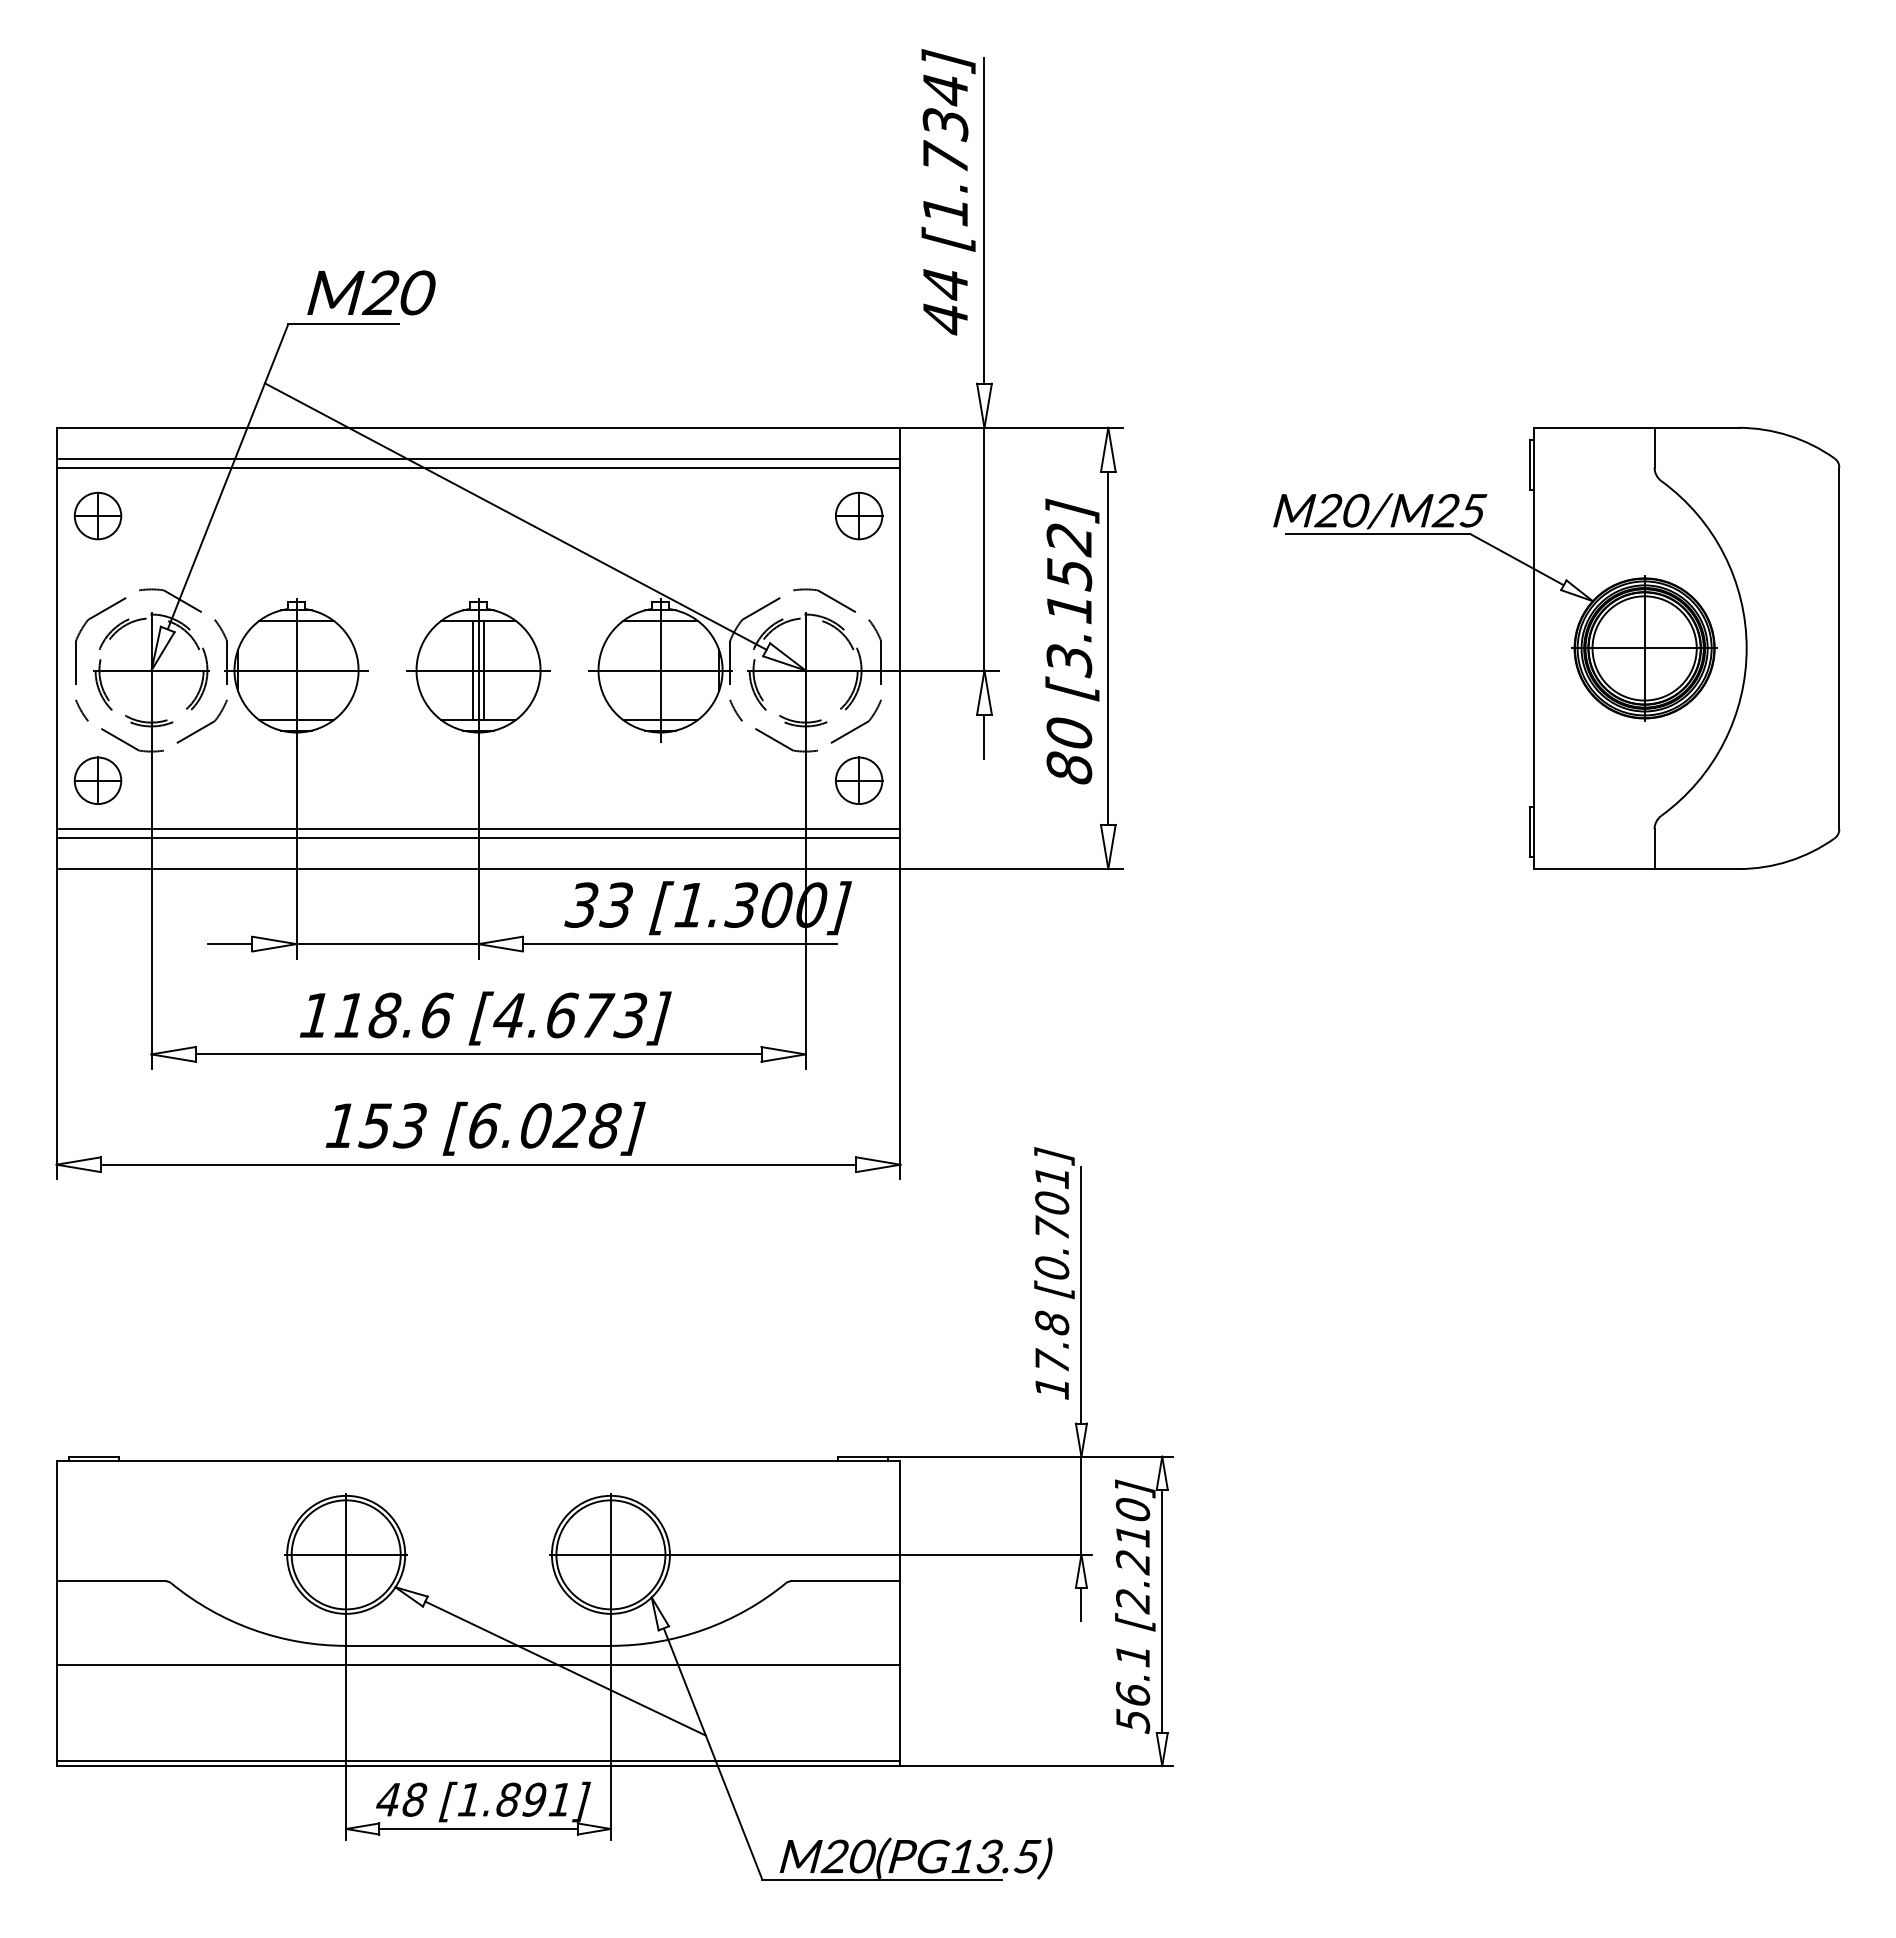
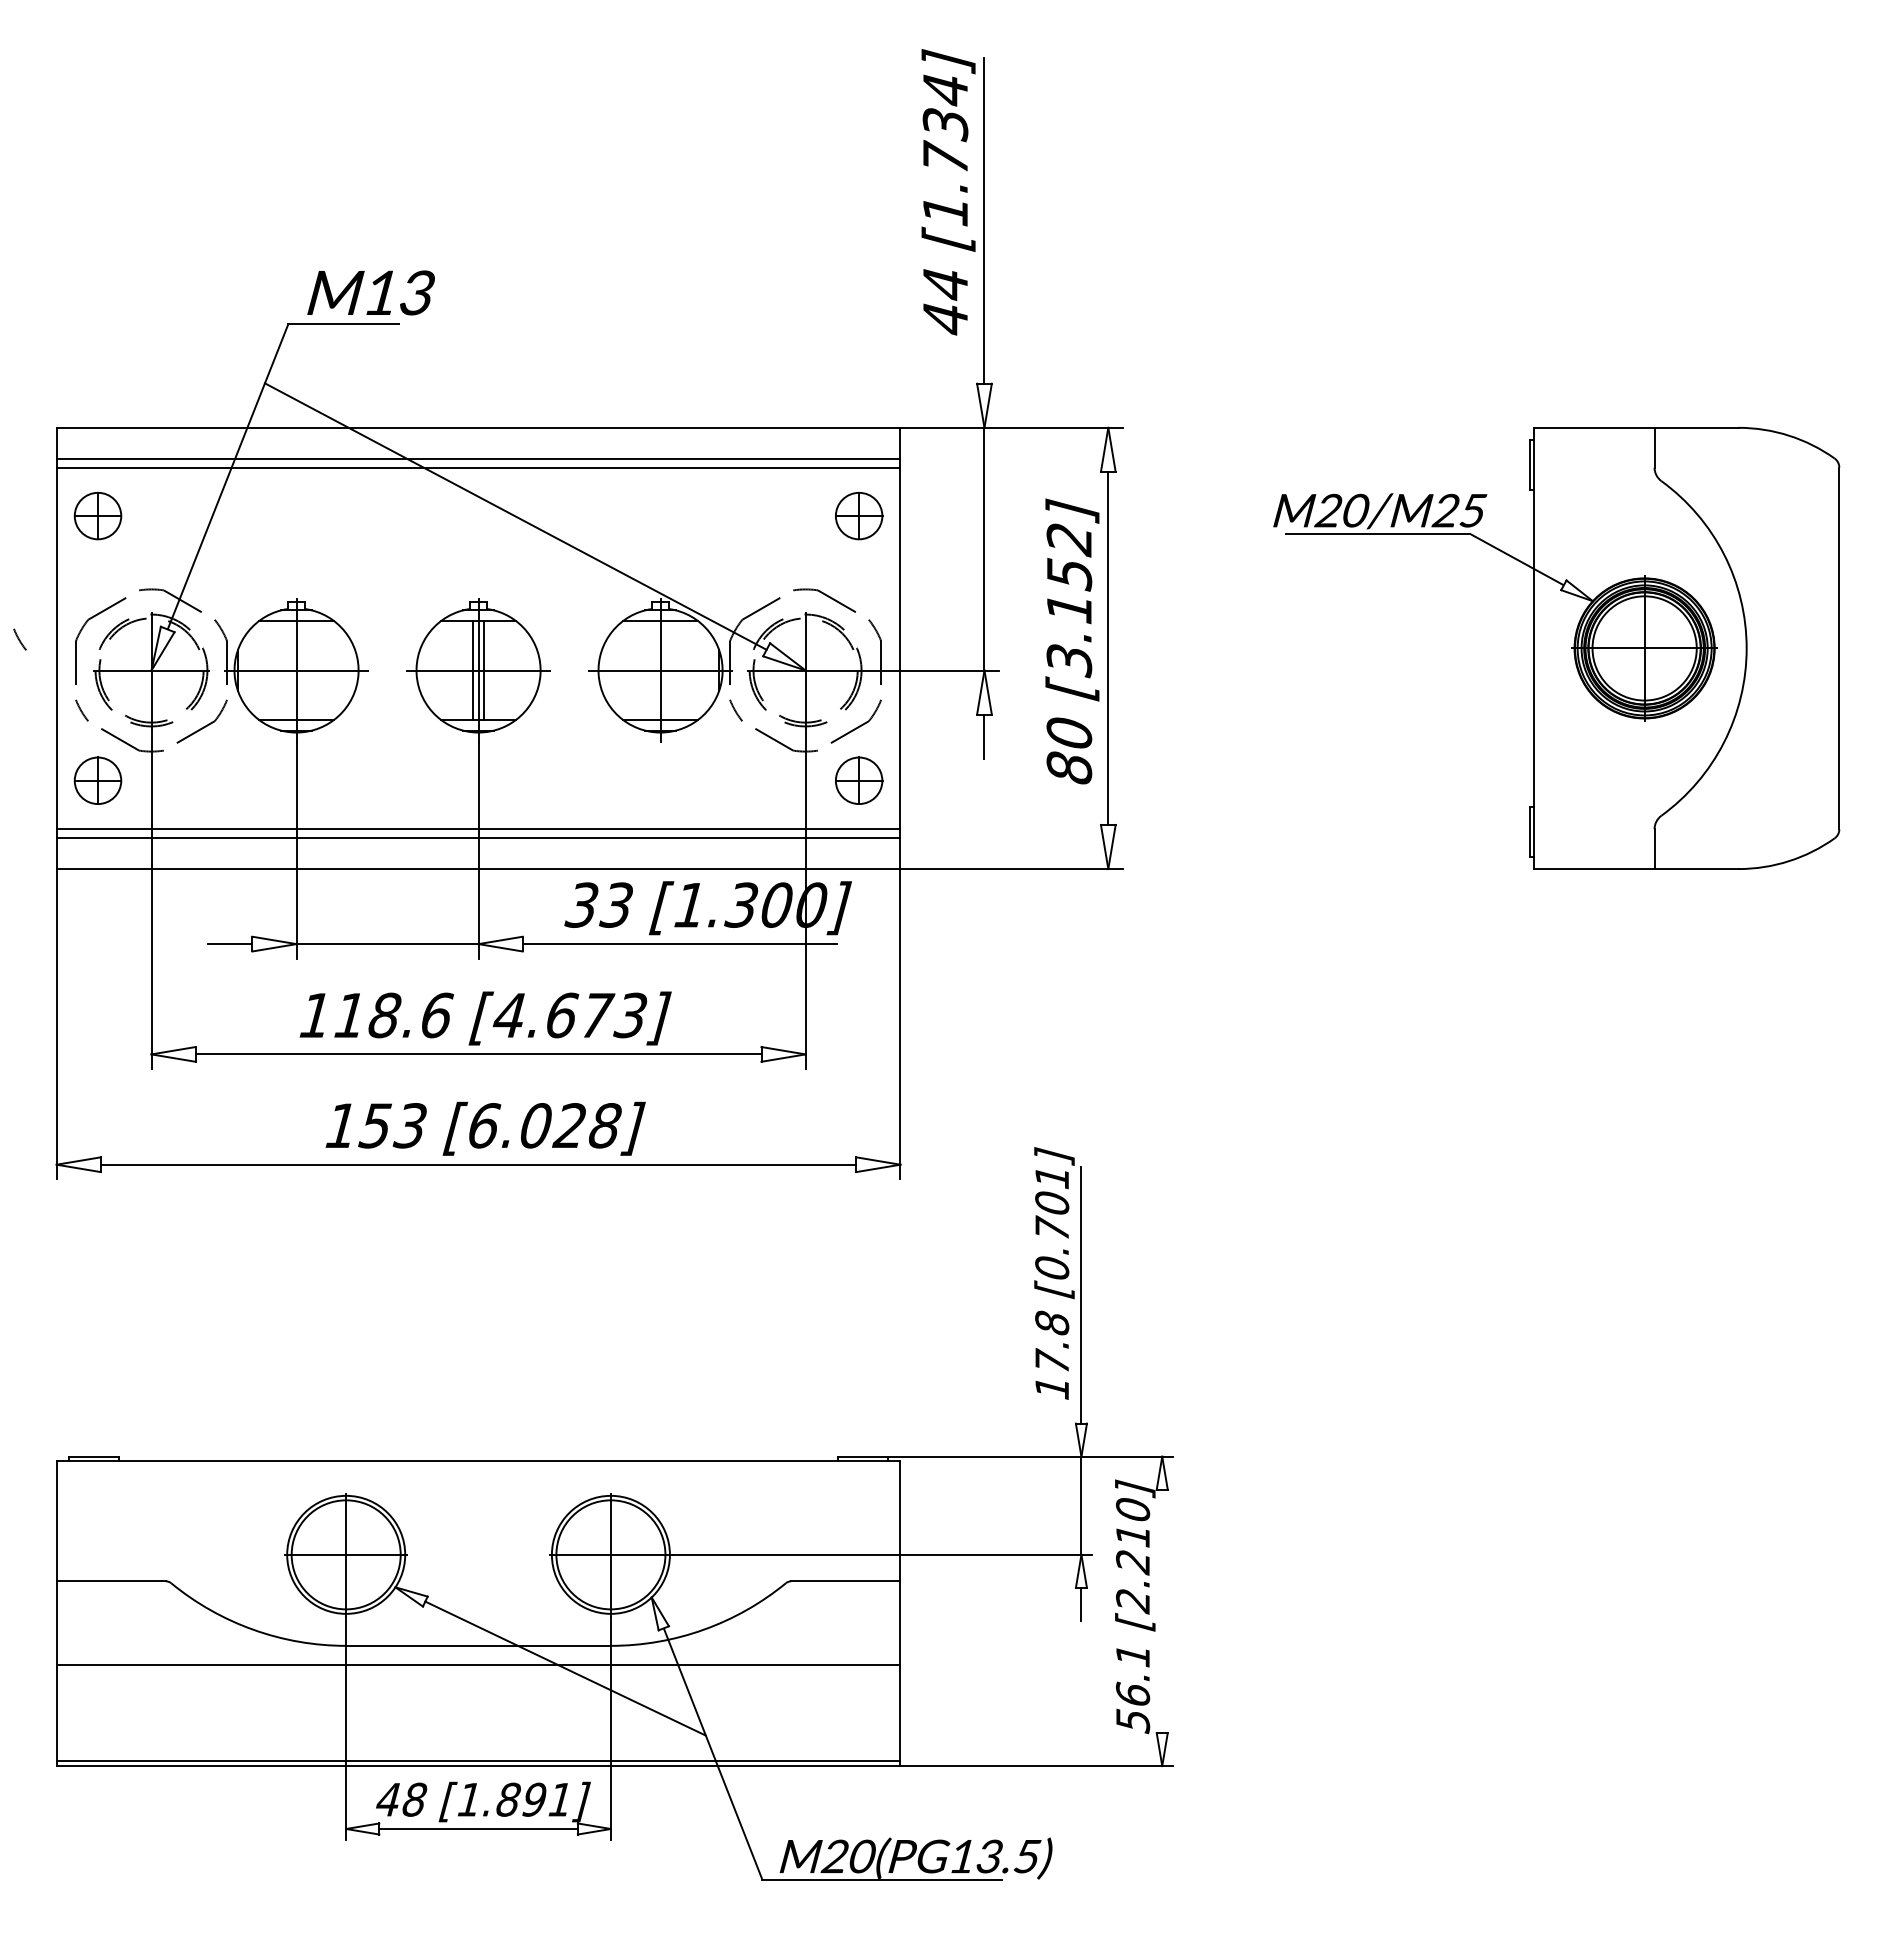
text at (398, 292): M20 -> M13
arc at (19, 639): none -> present
line at (1162, 1611): present -> none
